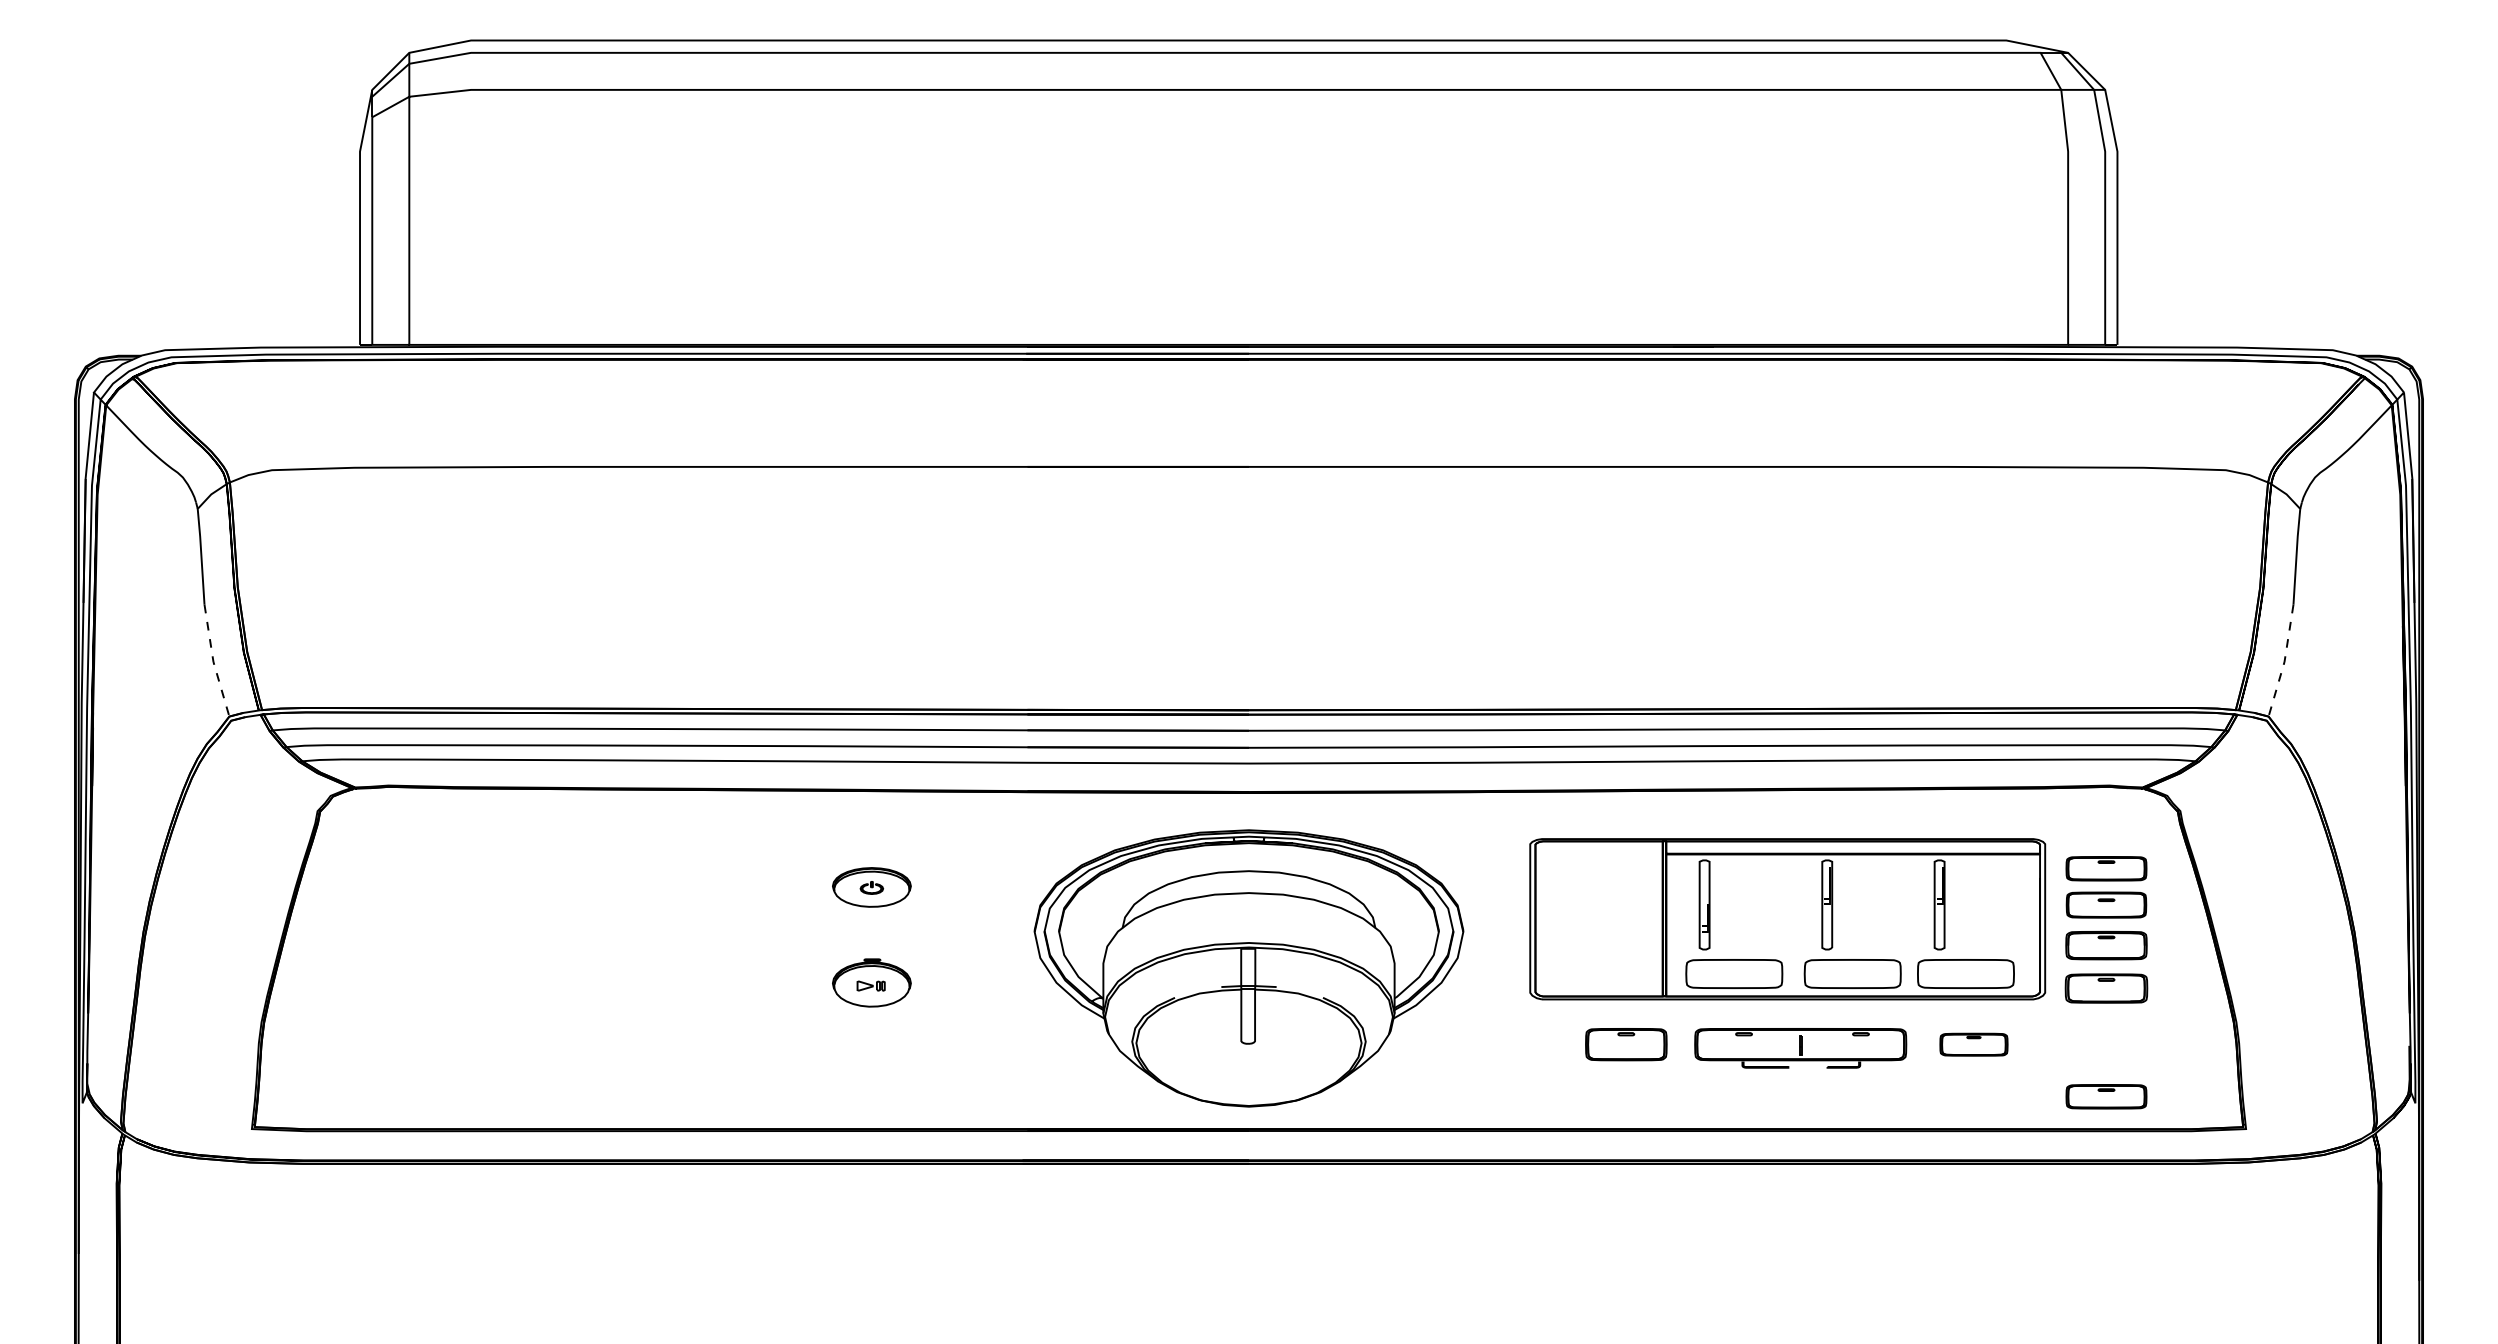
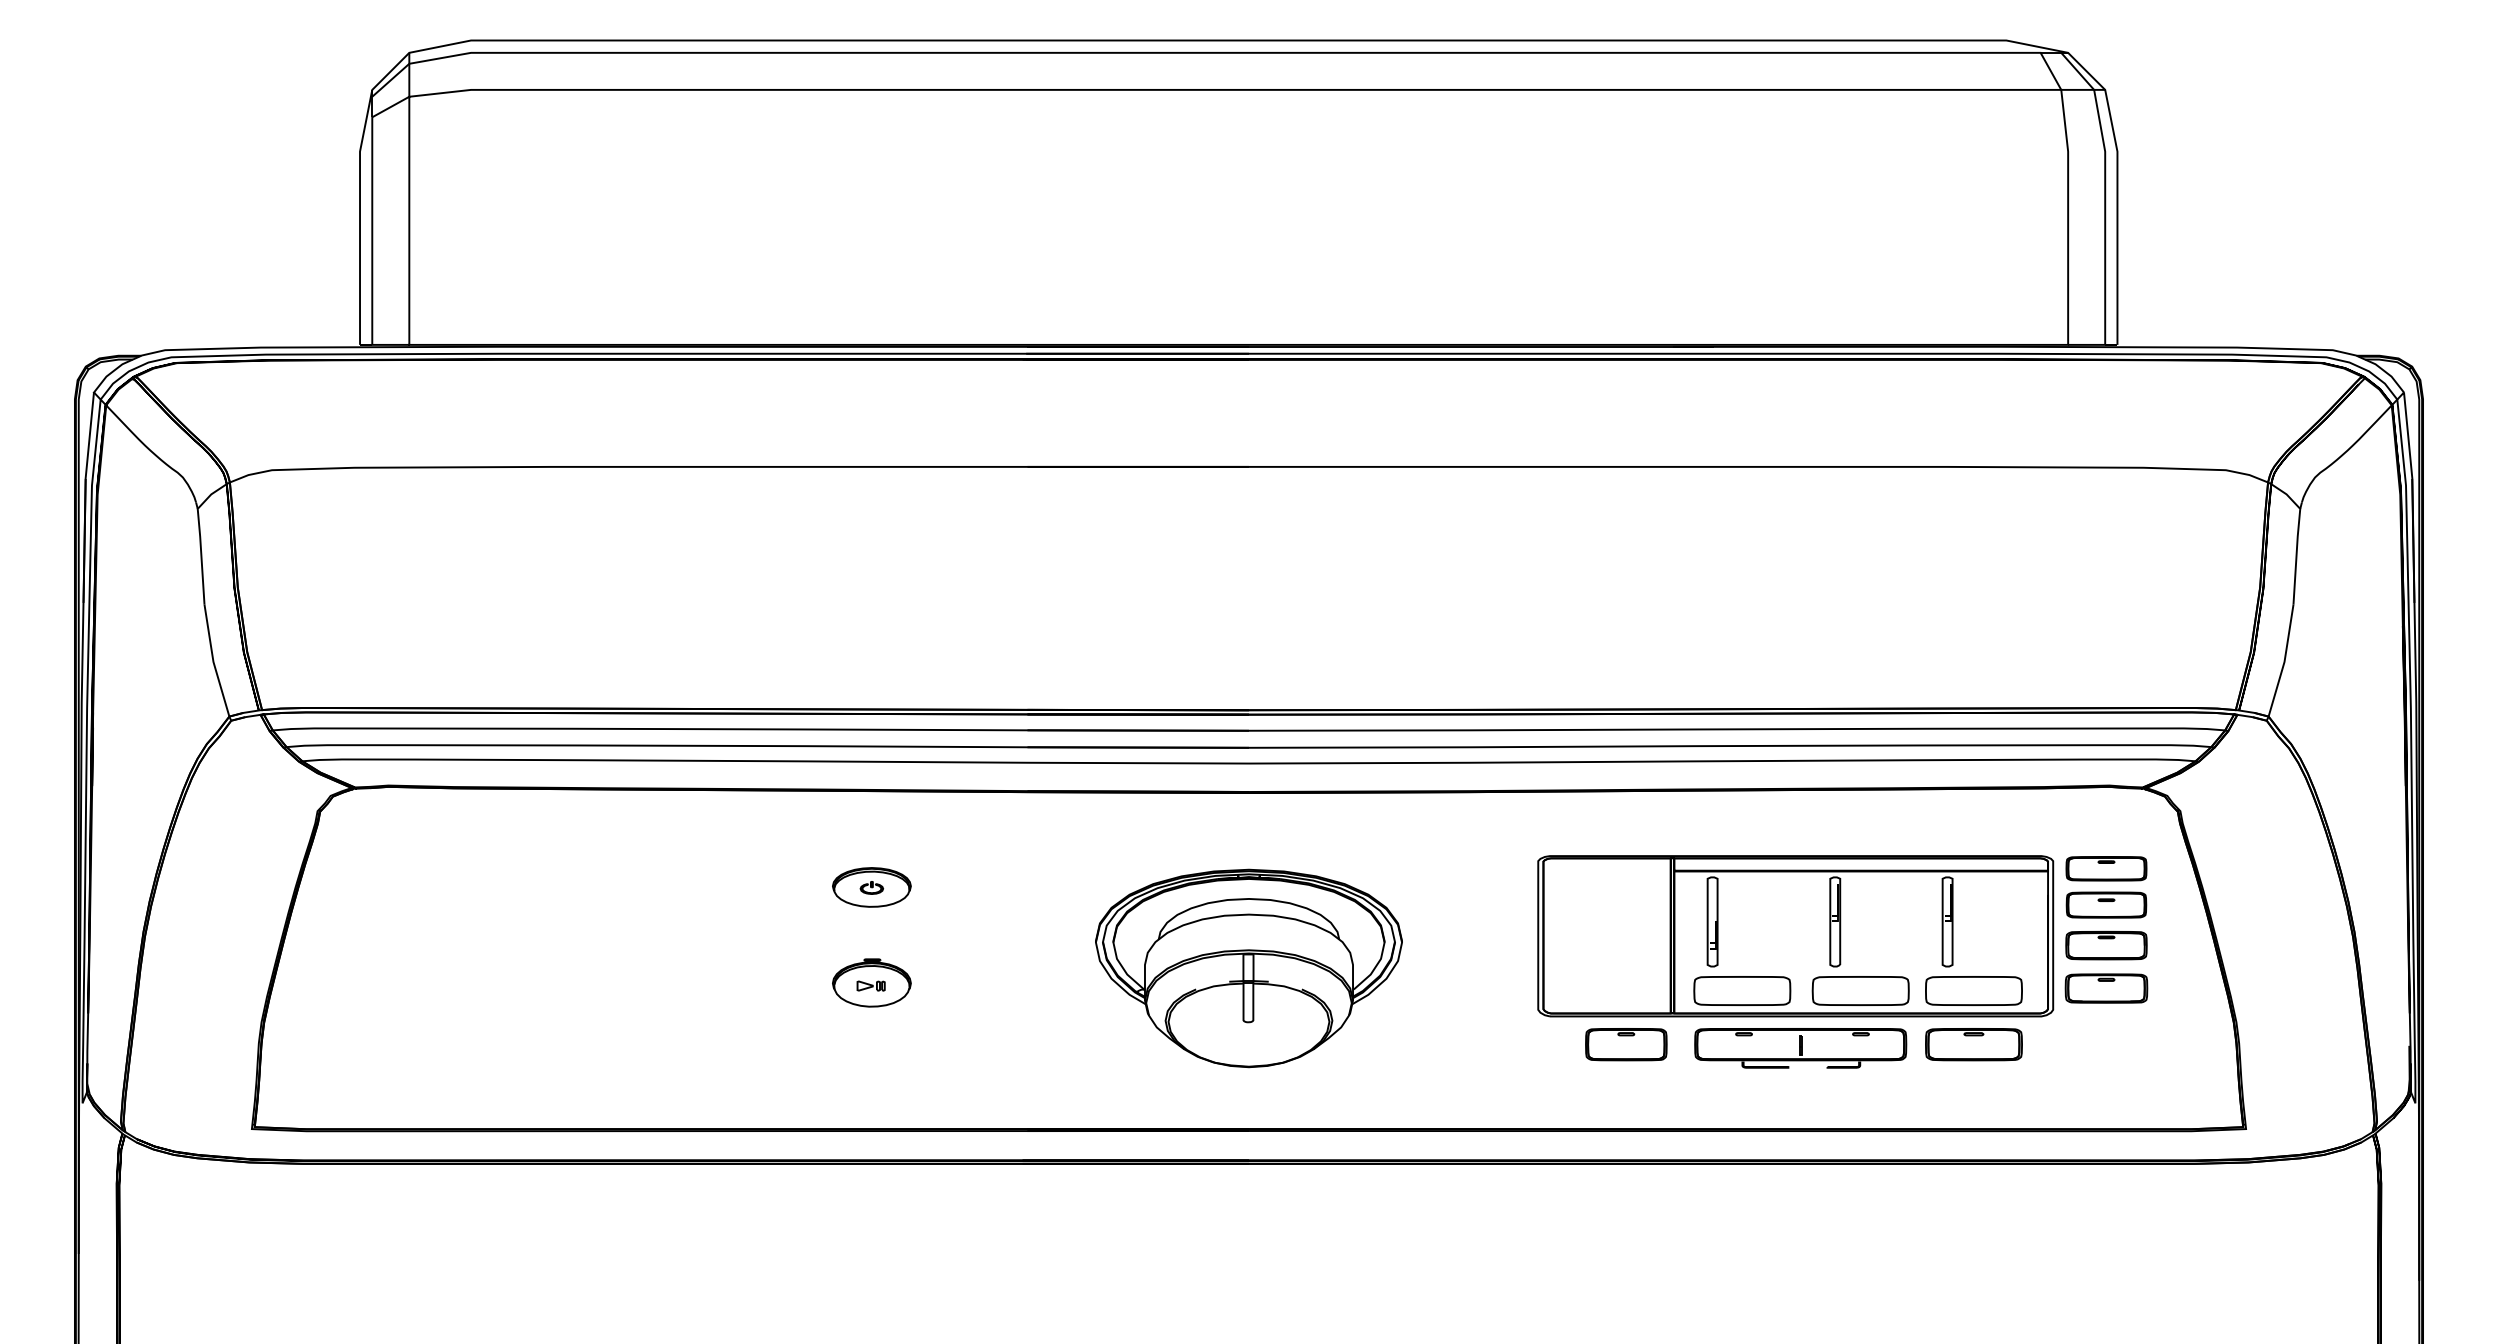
line at (214, 663): dashed -> solid
line at (2283, 663): dashed -> solid
part at (1787, 919) position: (1787, 919) -> (1795, 936)
part at (1248, 968) size: 432x279 px -> 308x201 px
part at (1973, 1044) size: 70x25 px -> 98x34 px
part at (2106, 1096): present -> none
